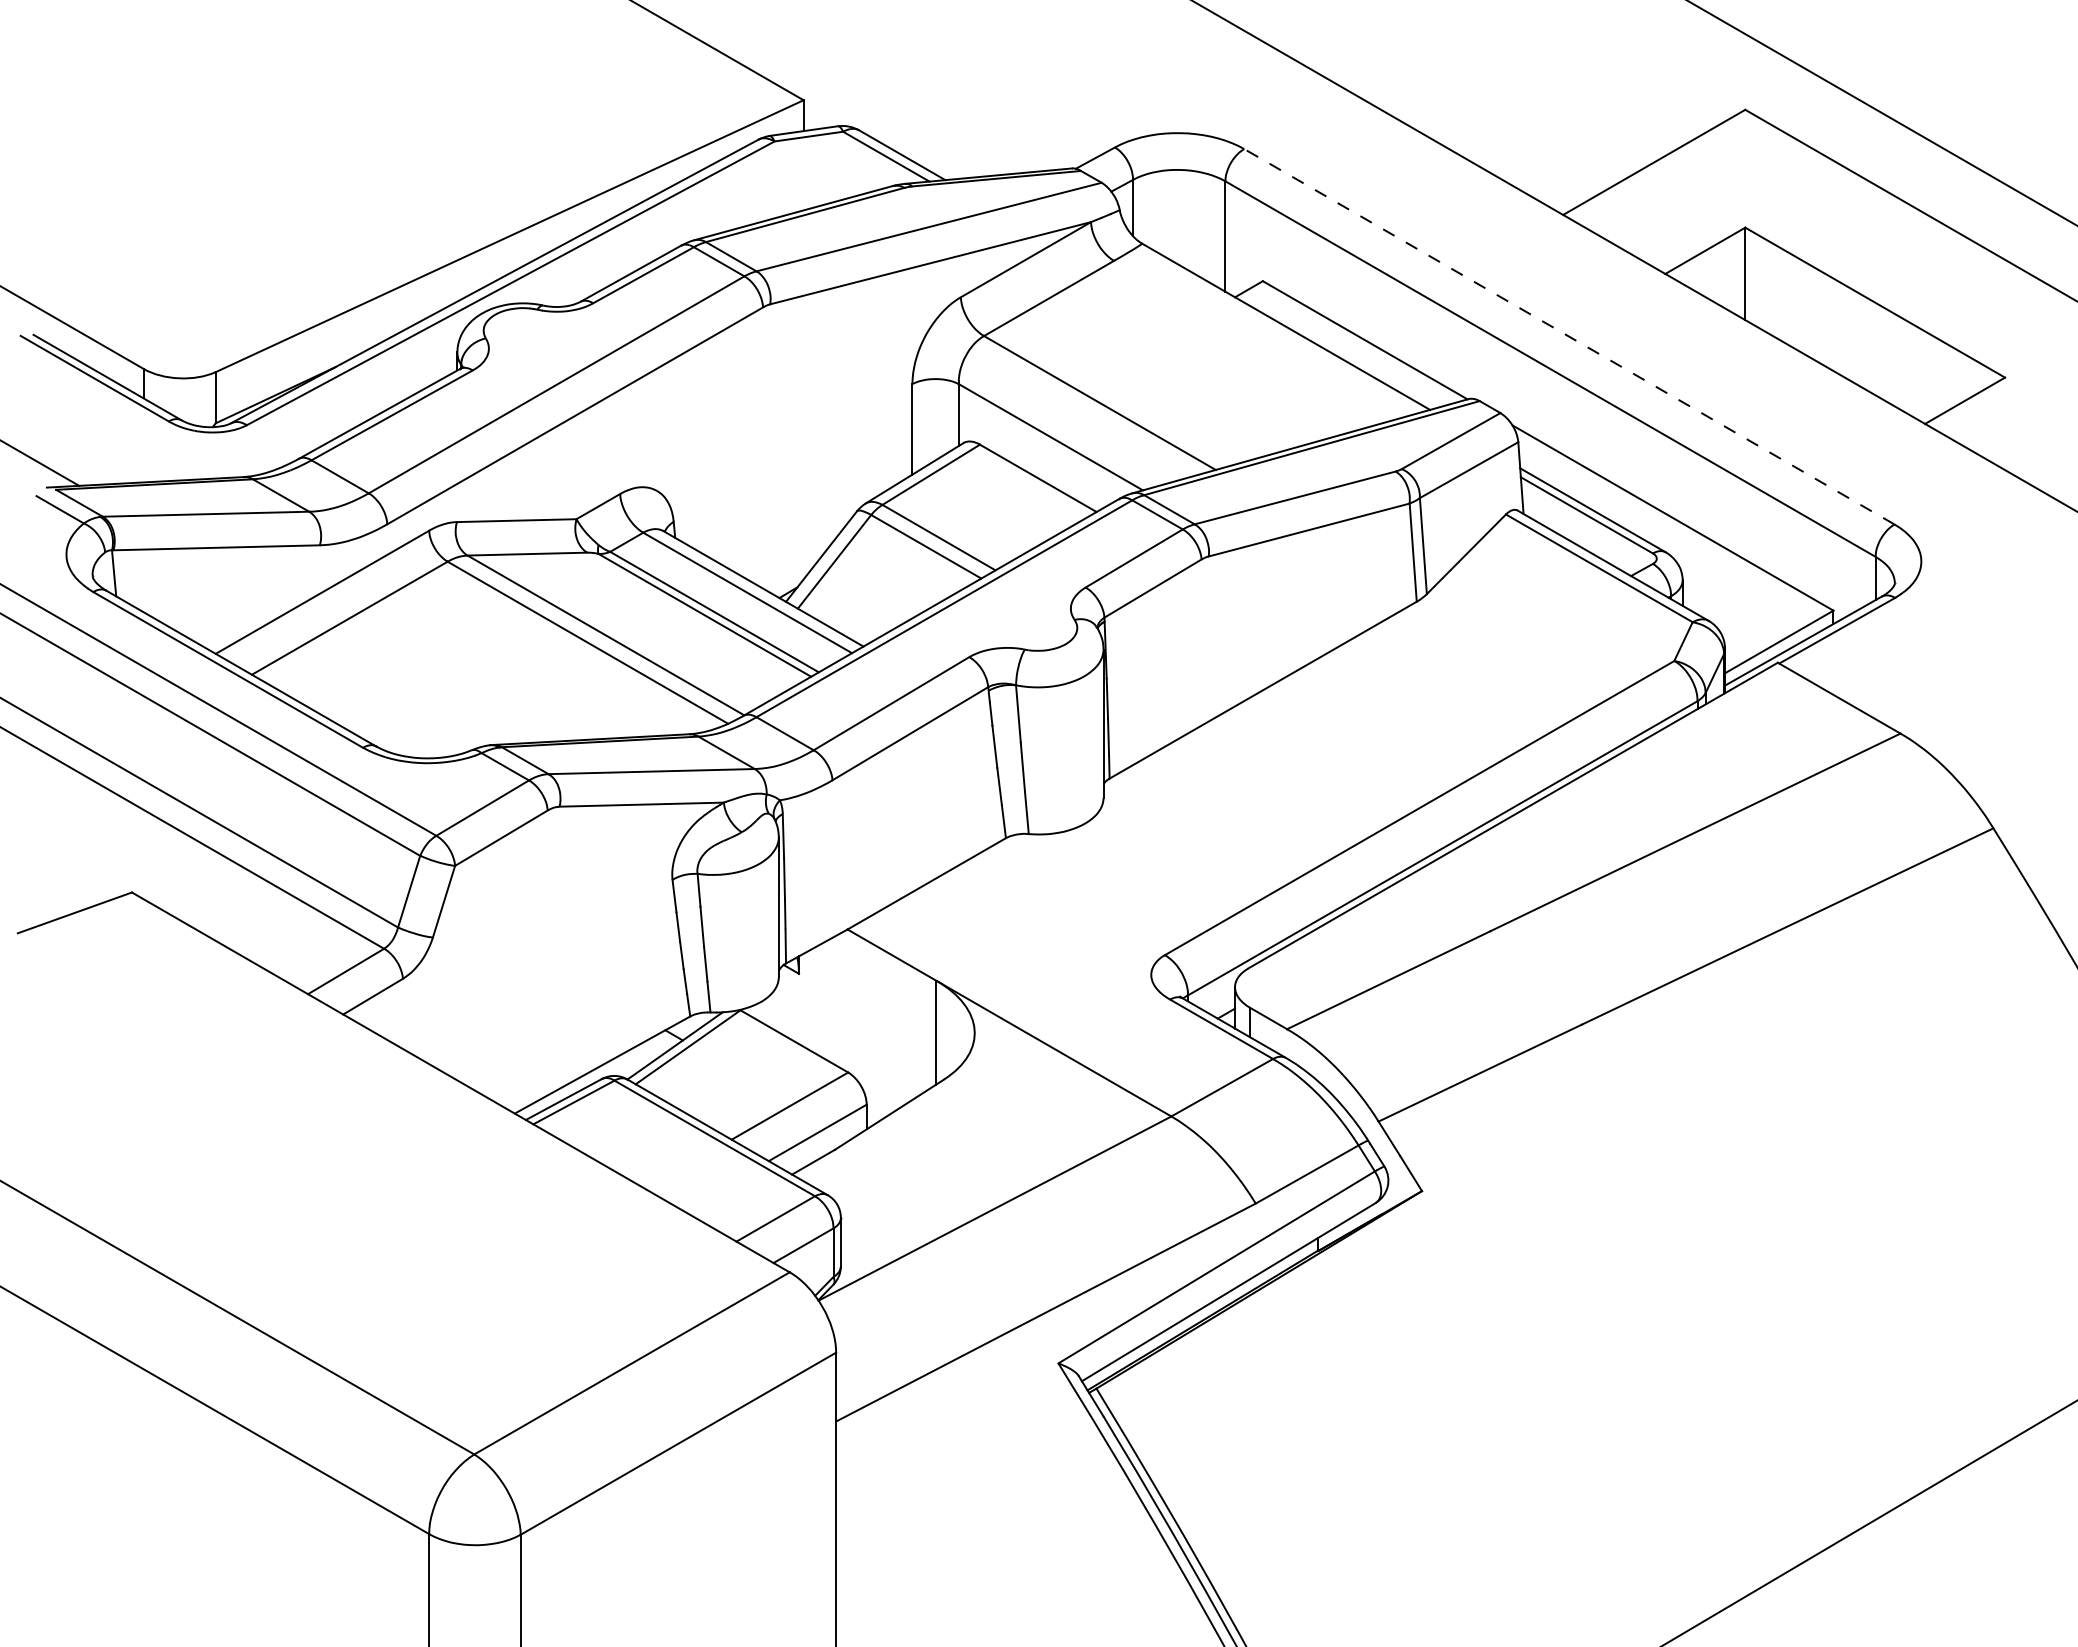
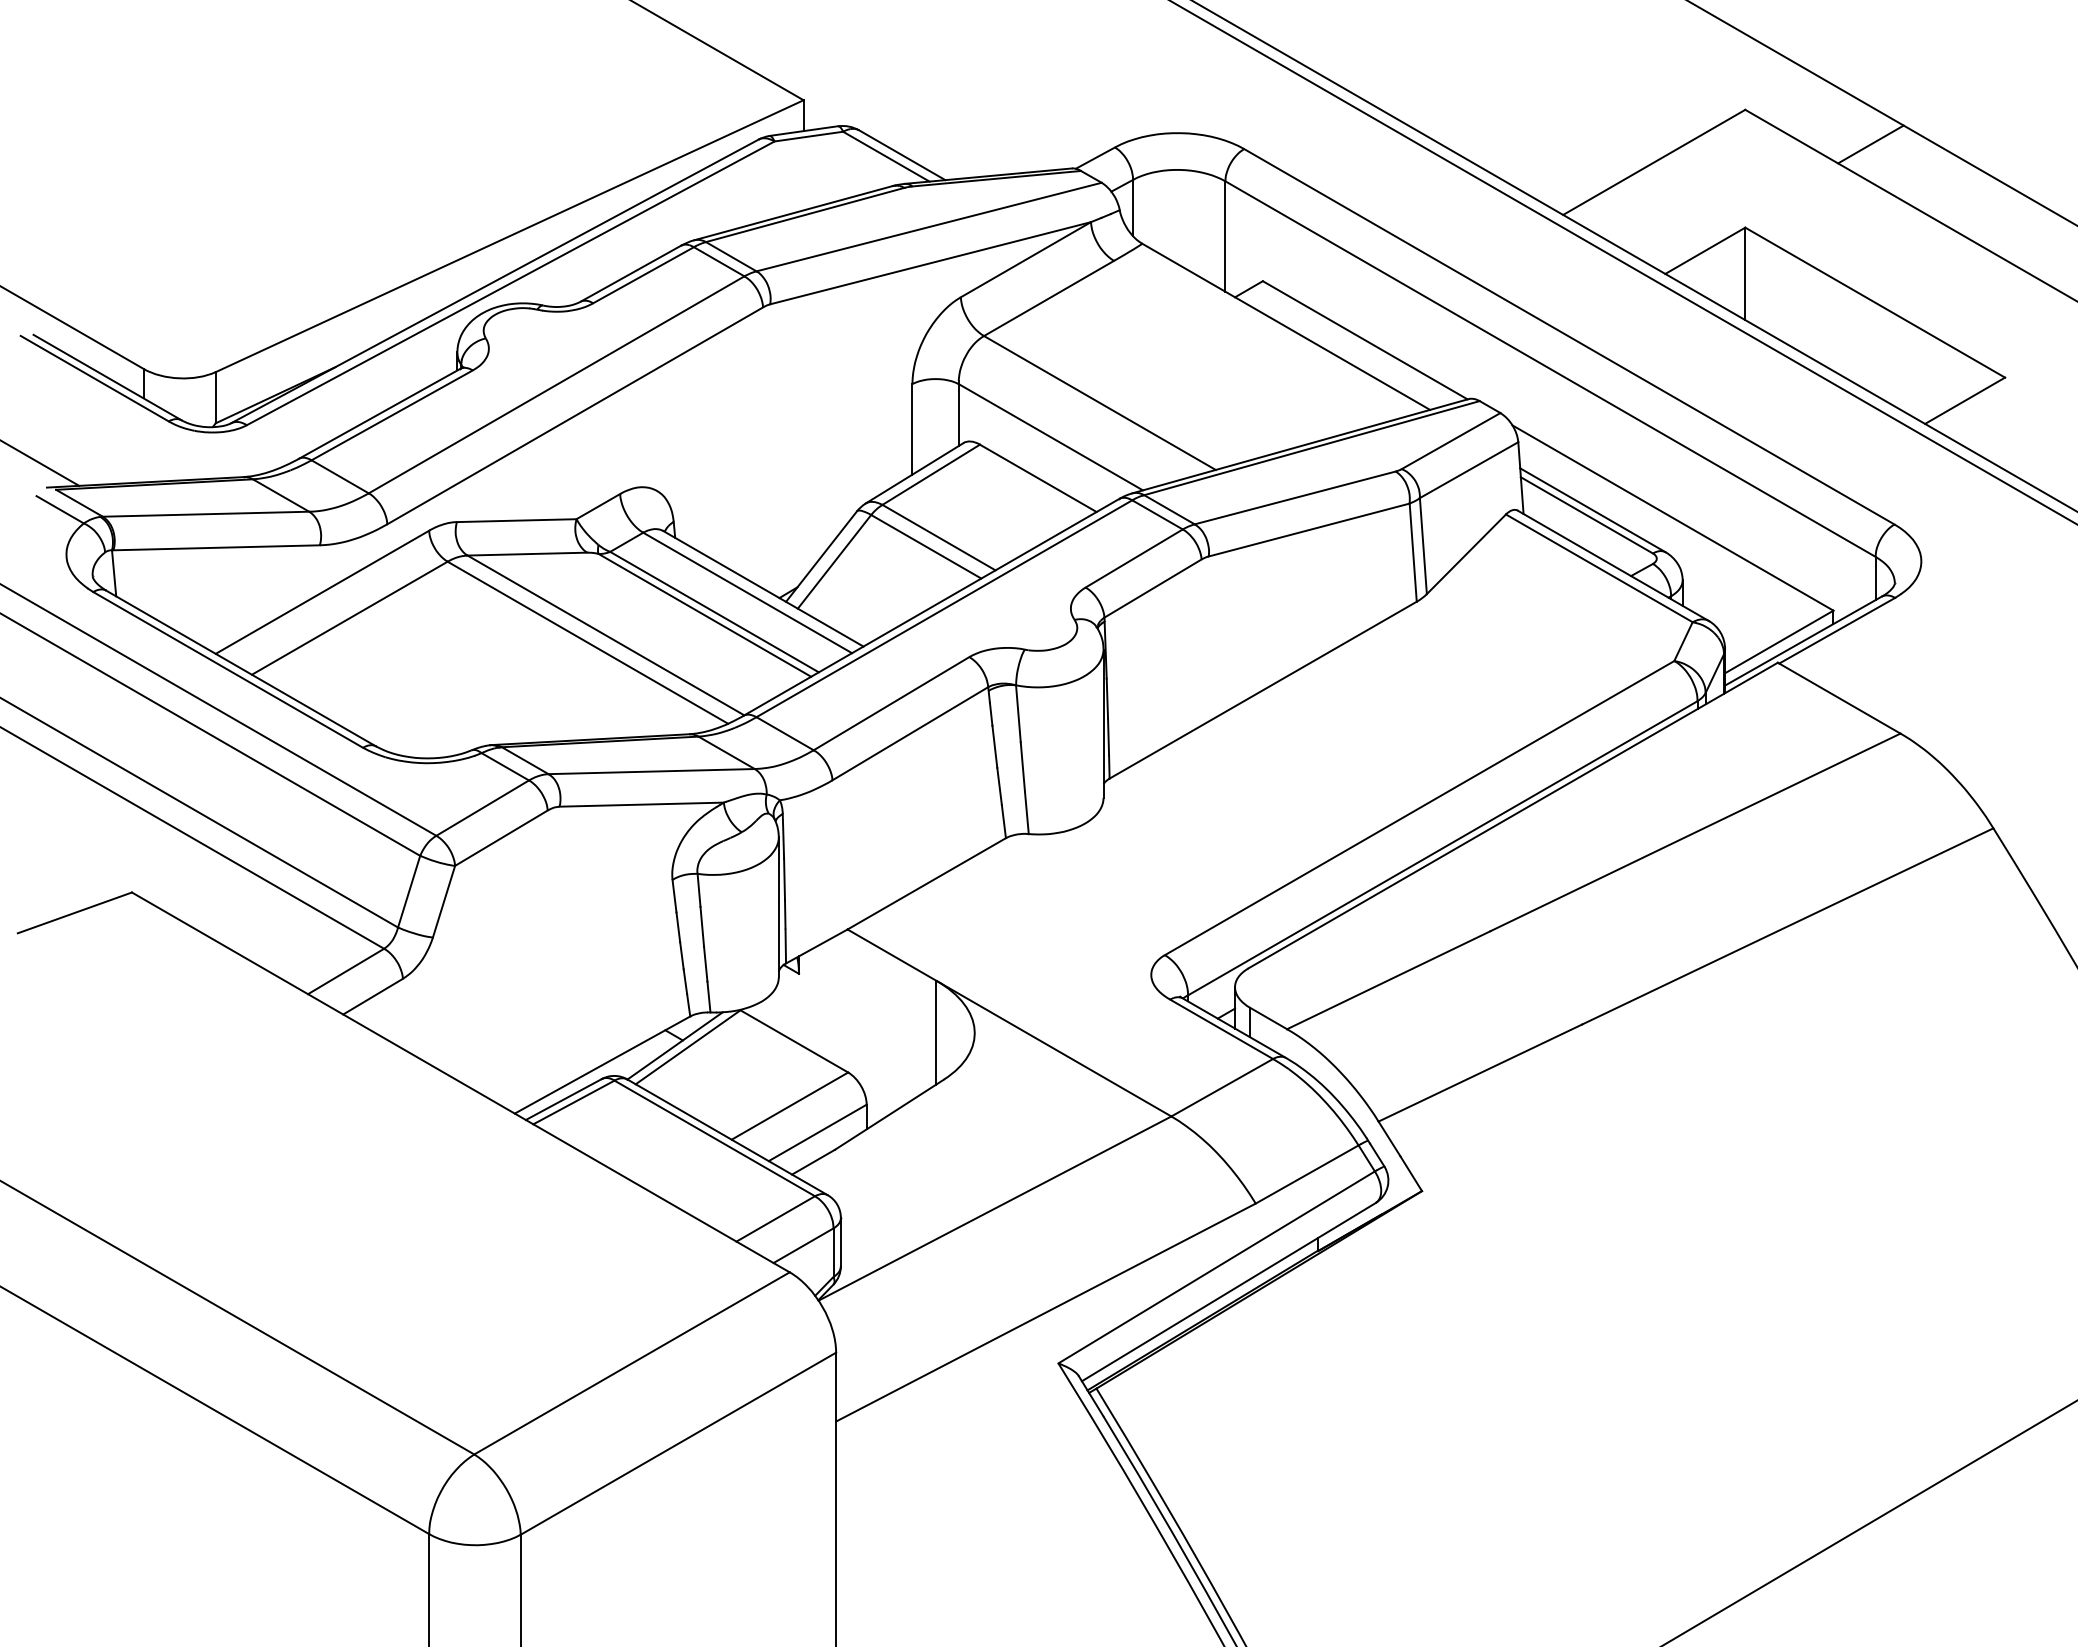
line at (1870, 144): none -> present
line at (1623, 262): none -> present
line at (1568, 336): dashed -> solid
